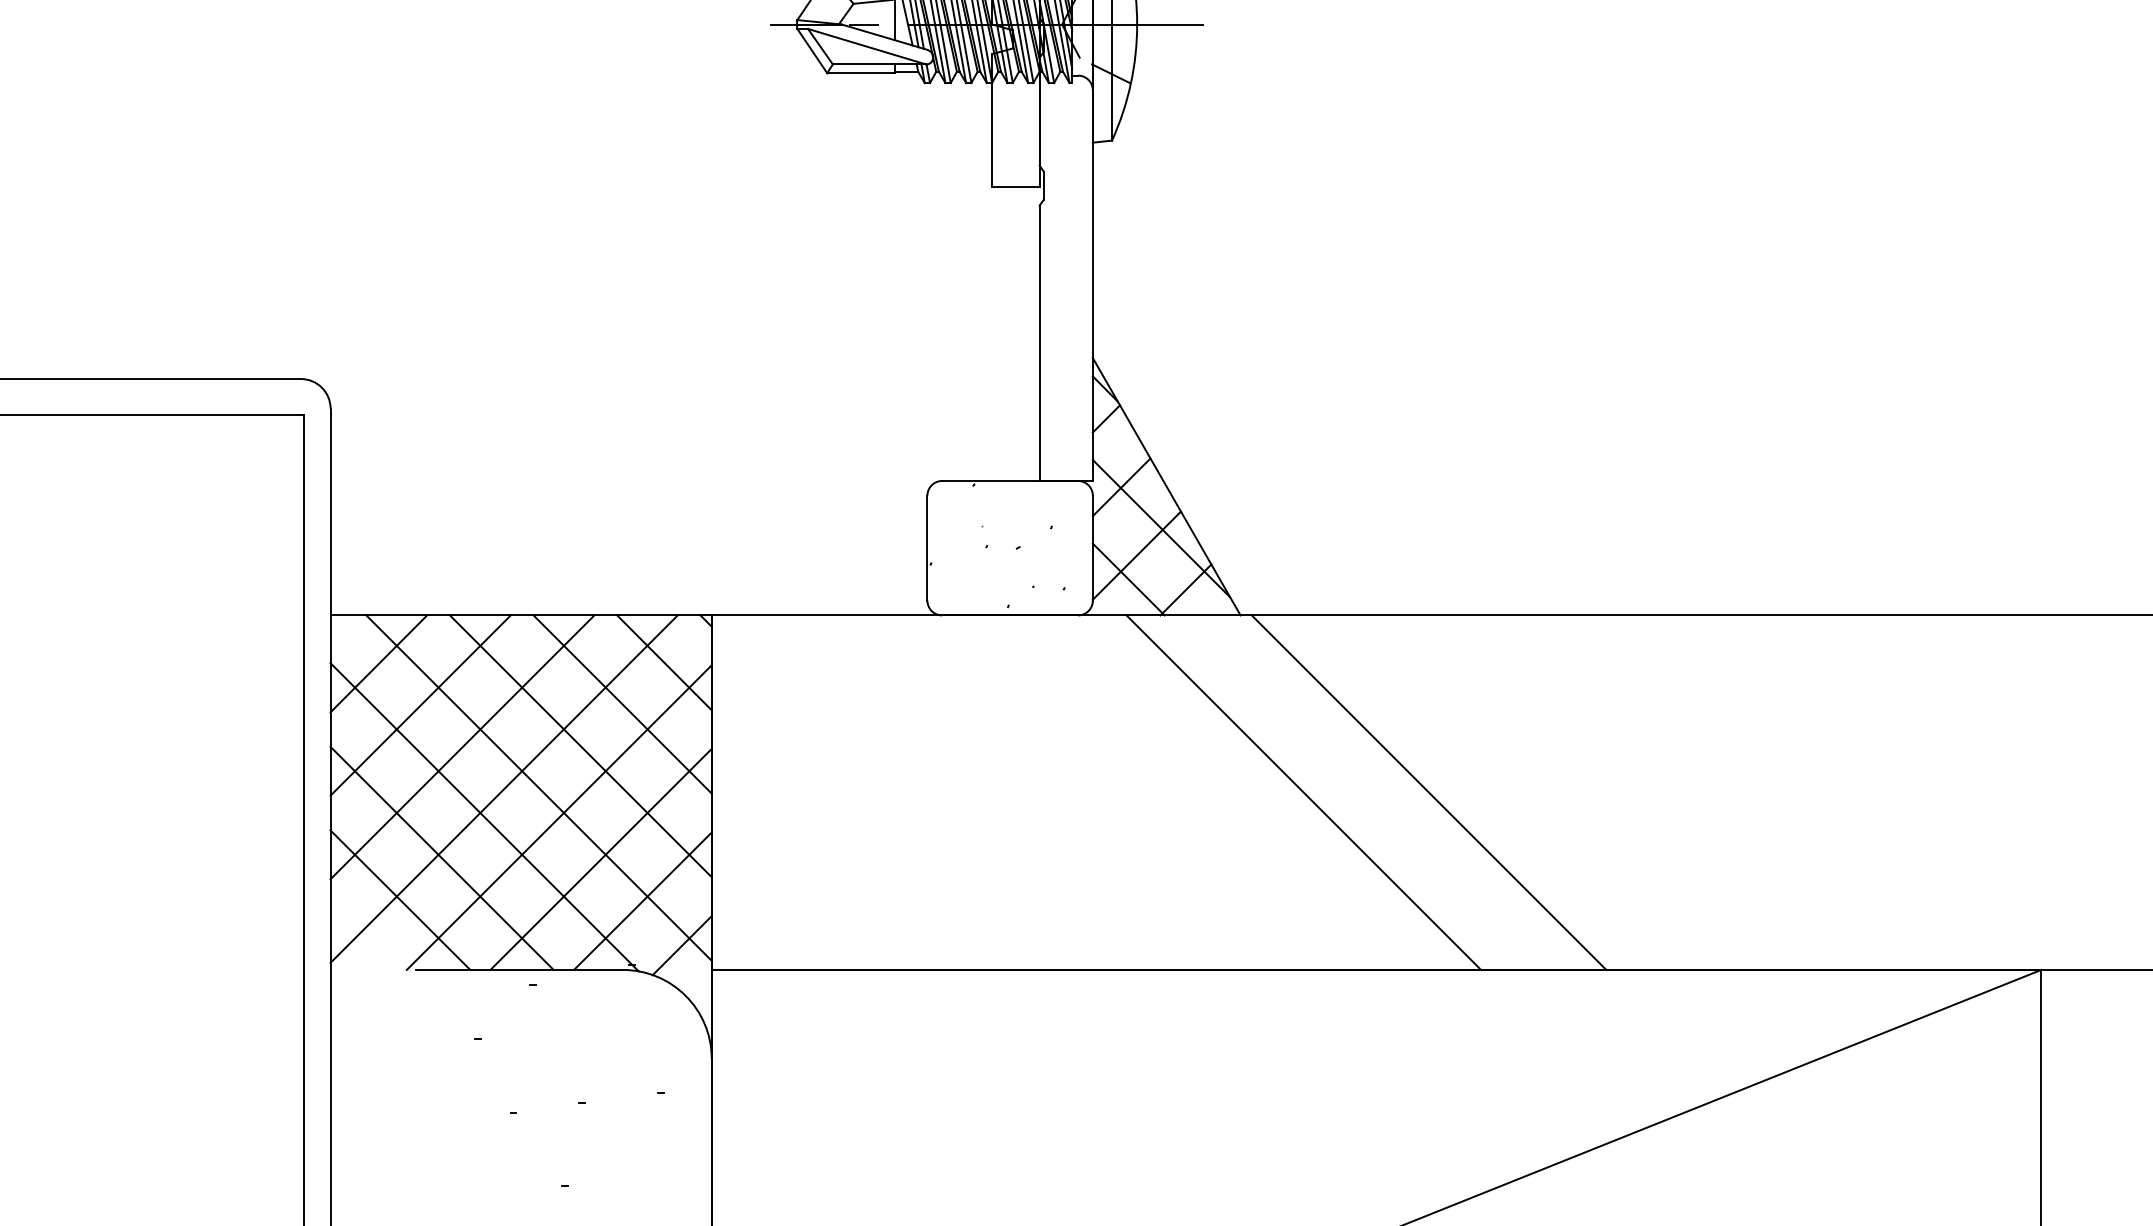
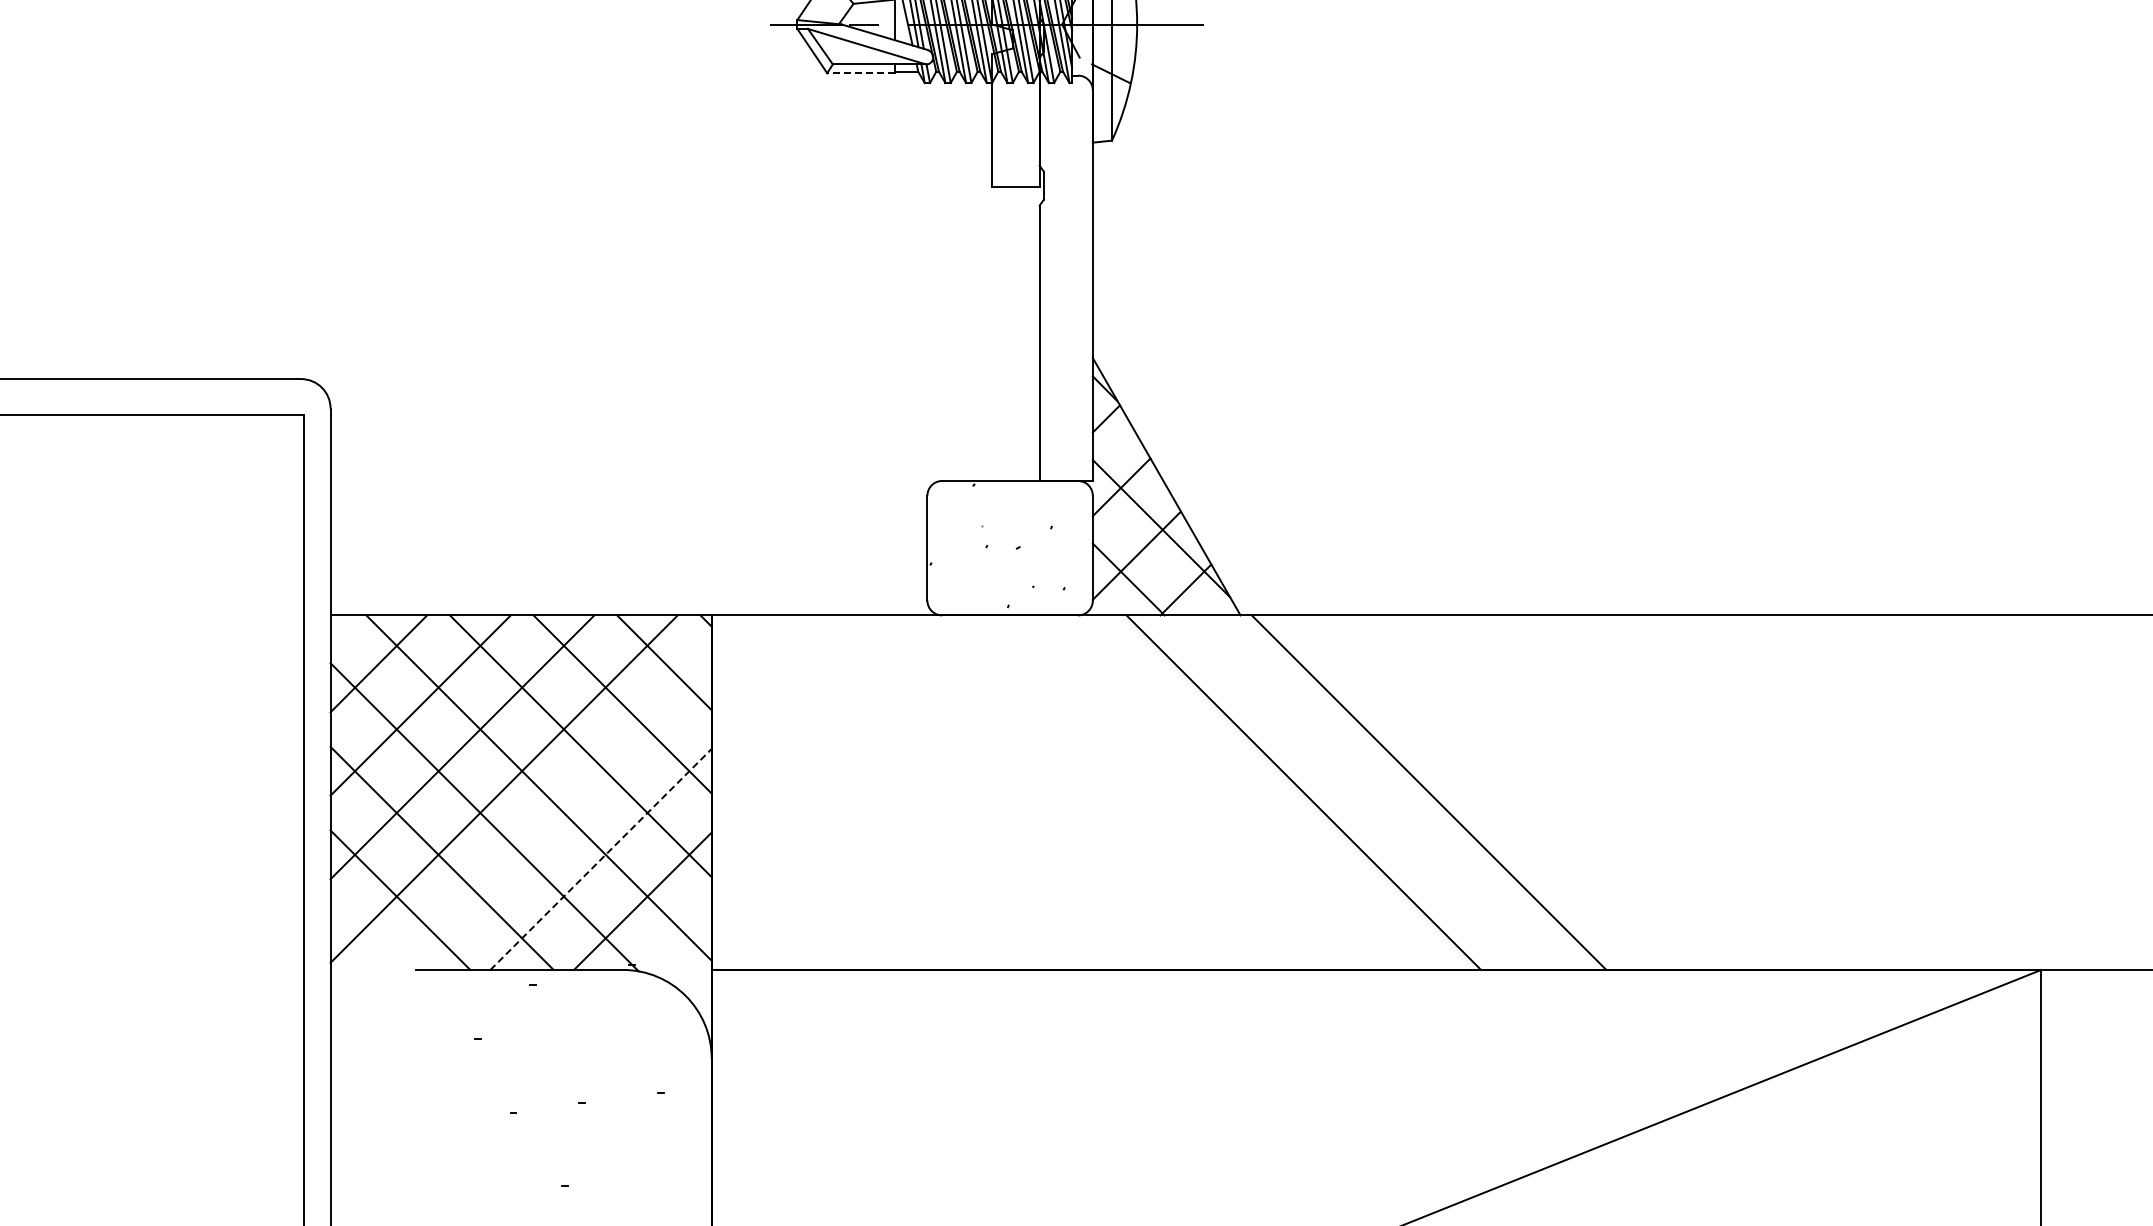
line at (861, 73): solid -> dashed
line at (558, 817): present -> none
line at (601, 859): solid -> dashed
line at (681, 945): present -> none
